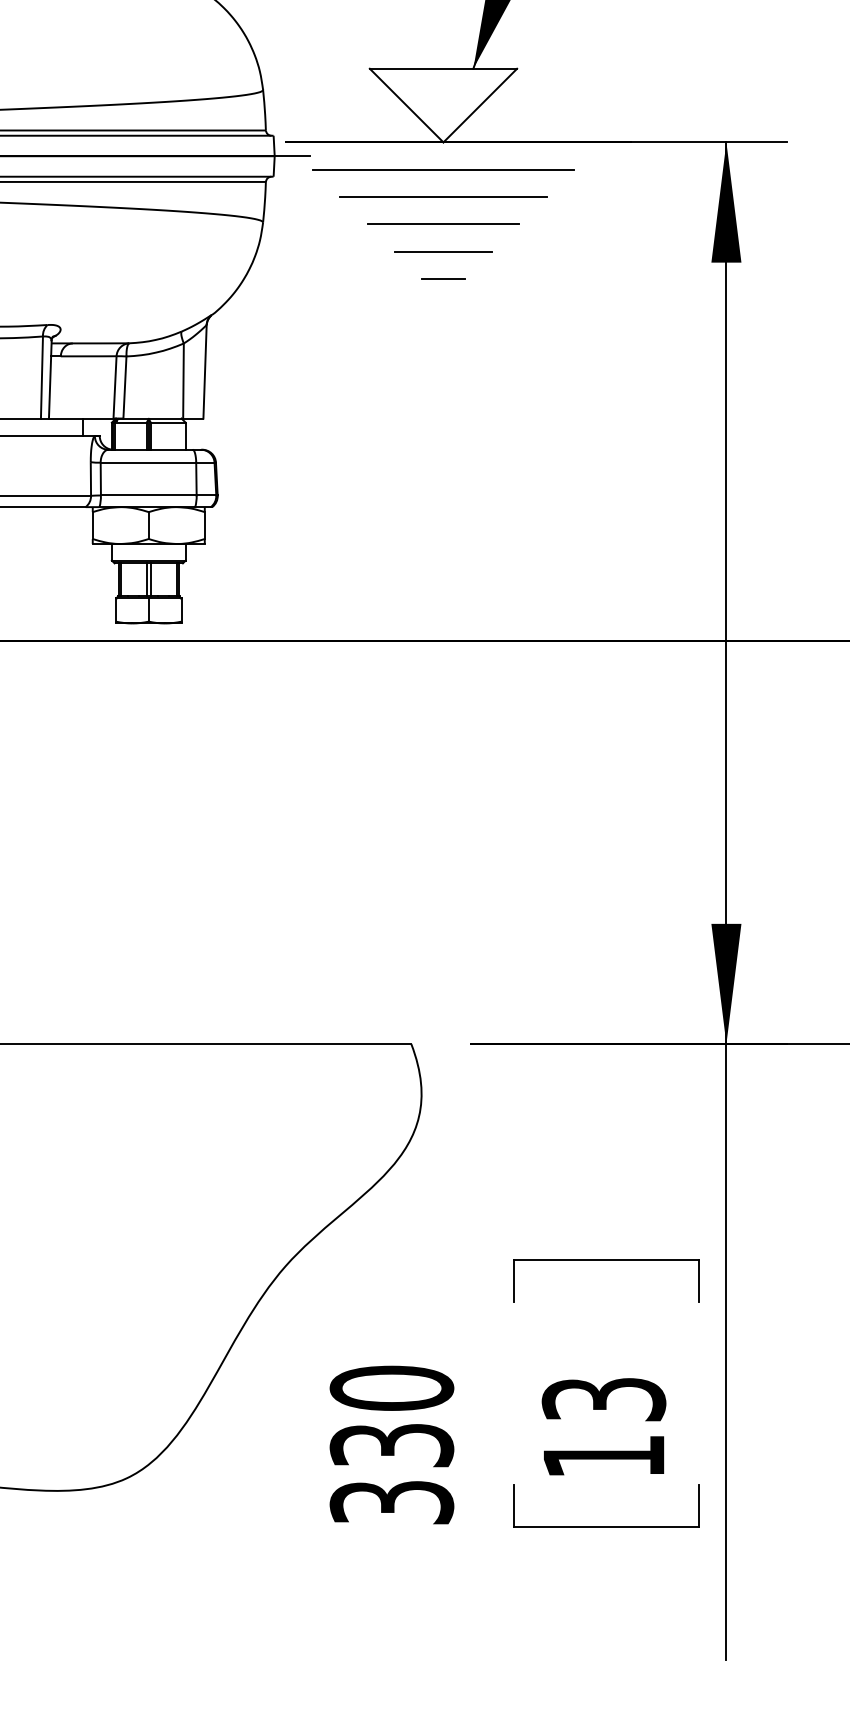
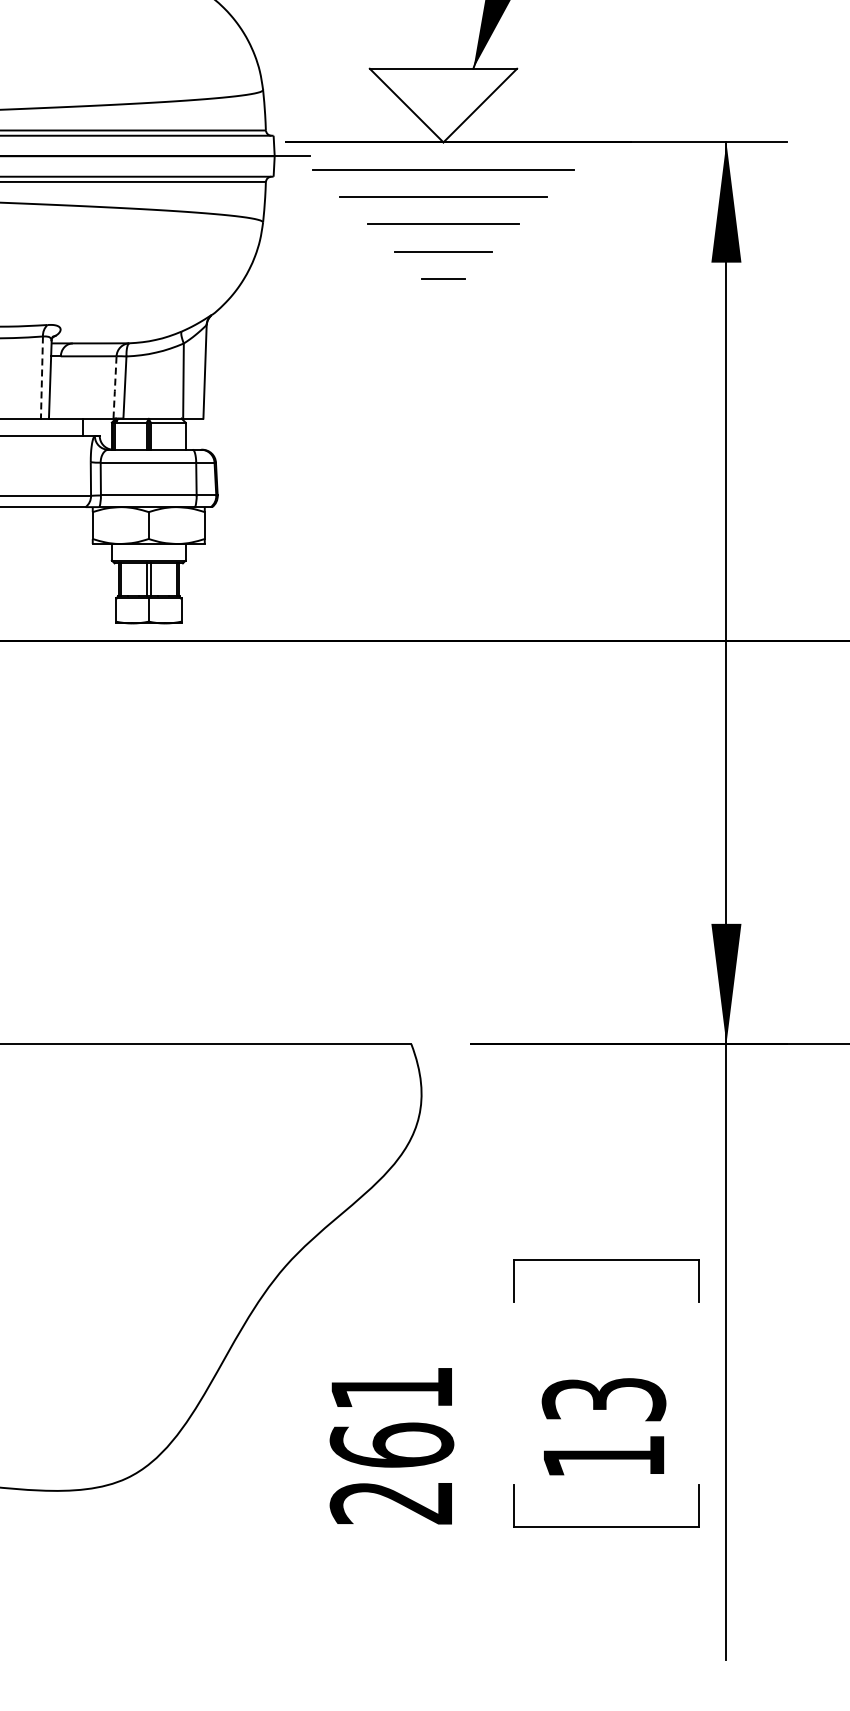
line at (41, 378): solid -> dashed
line at (115, 387): solid -> dashed
text at (391, 1444): 330 -> 261
